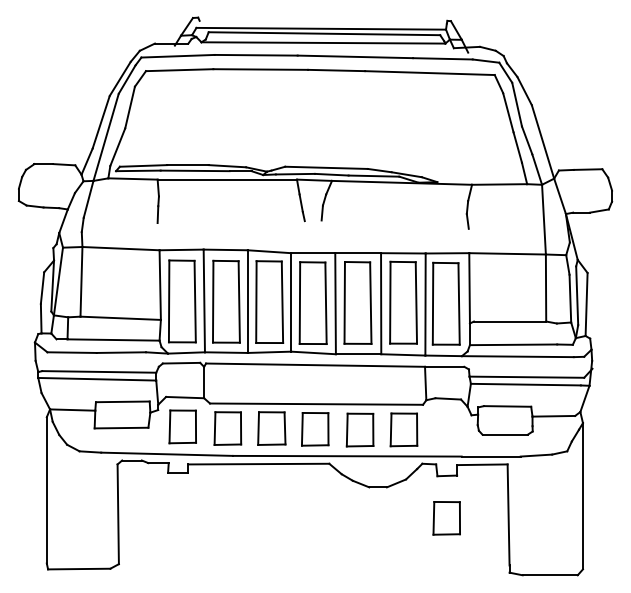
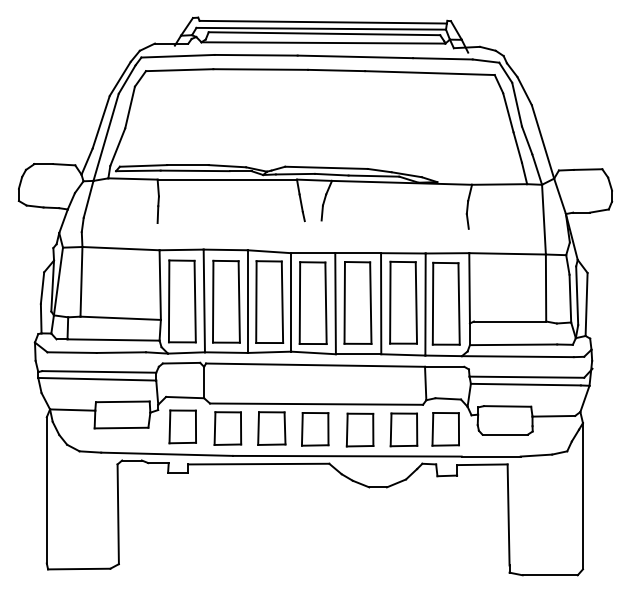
line at (322, 21): none -> present
part at (446, 518) position: (446, 518) -> (445, 429)
